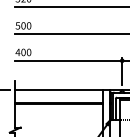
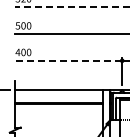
line at (72, 7): solid -> dashed
line at (68, 60): solid -> dashed
